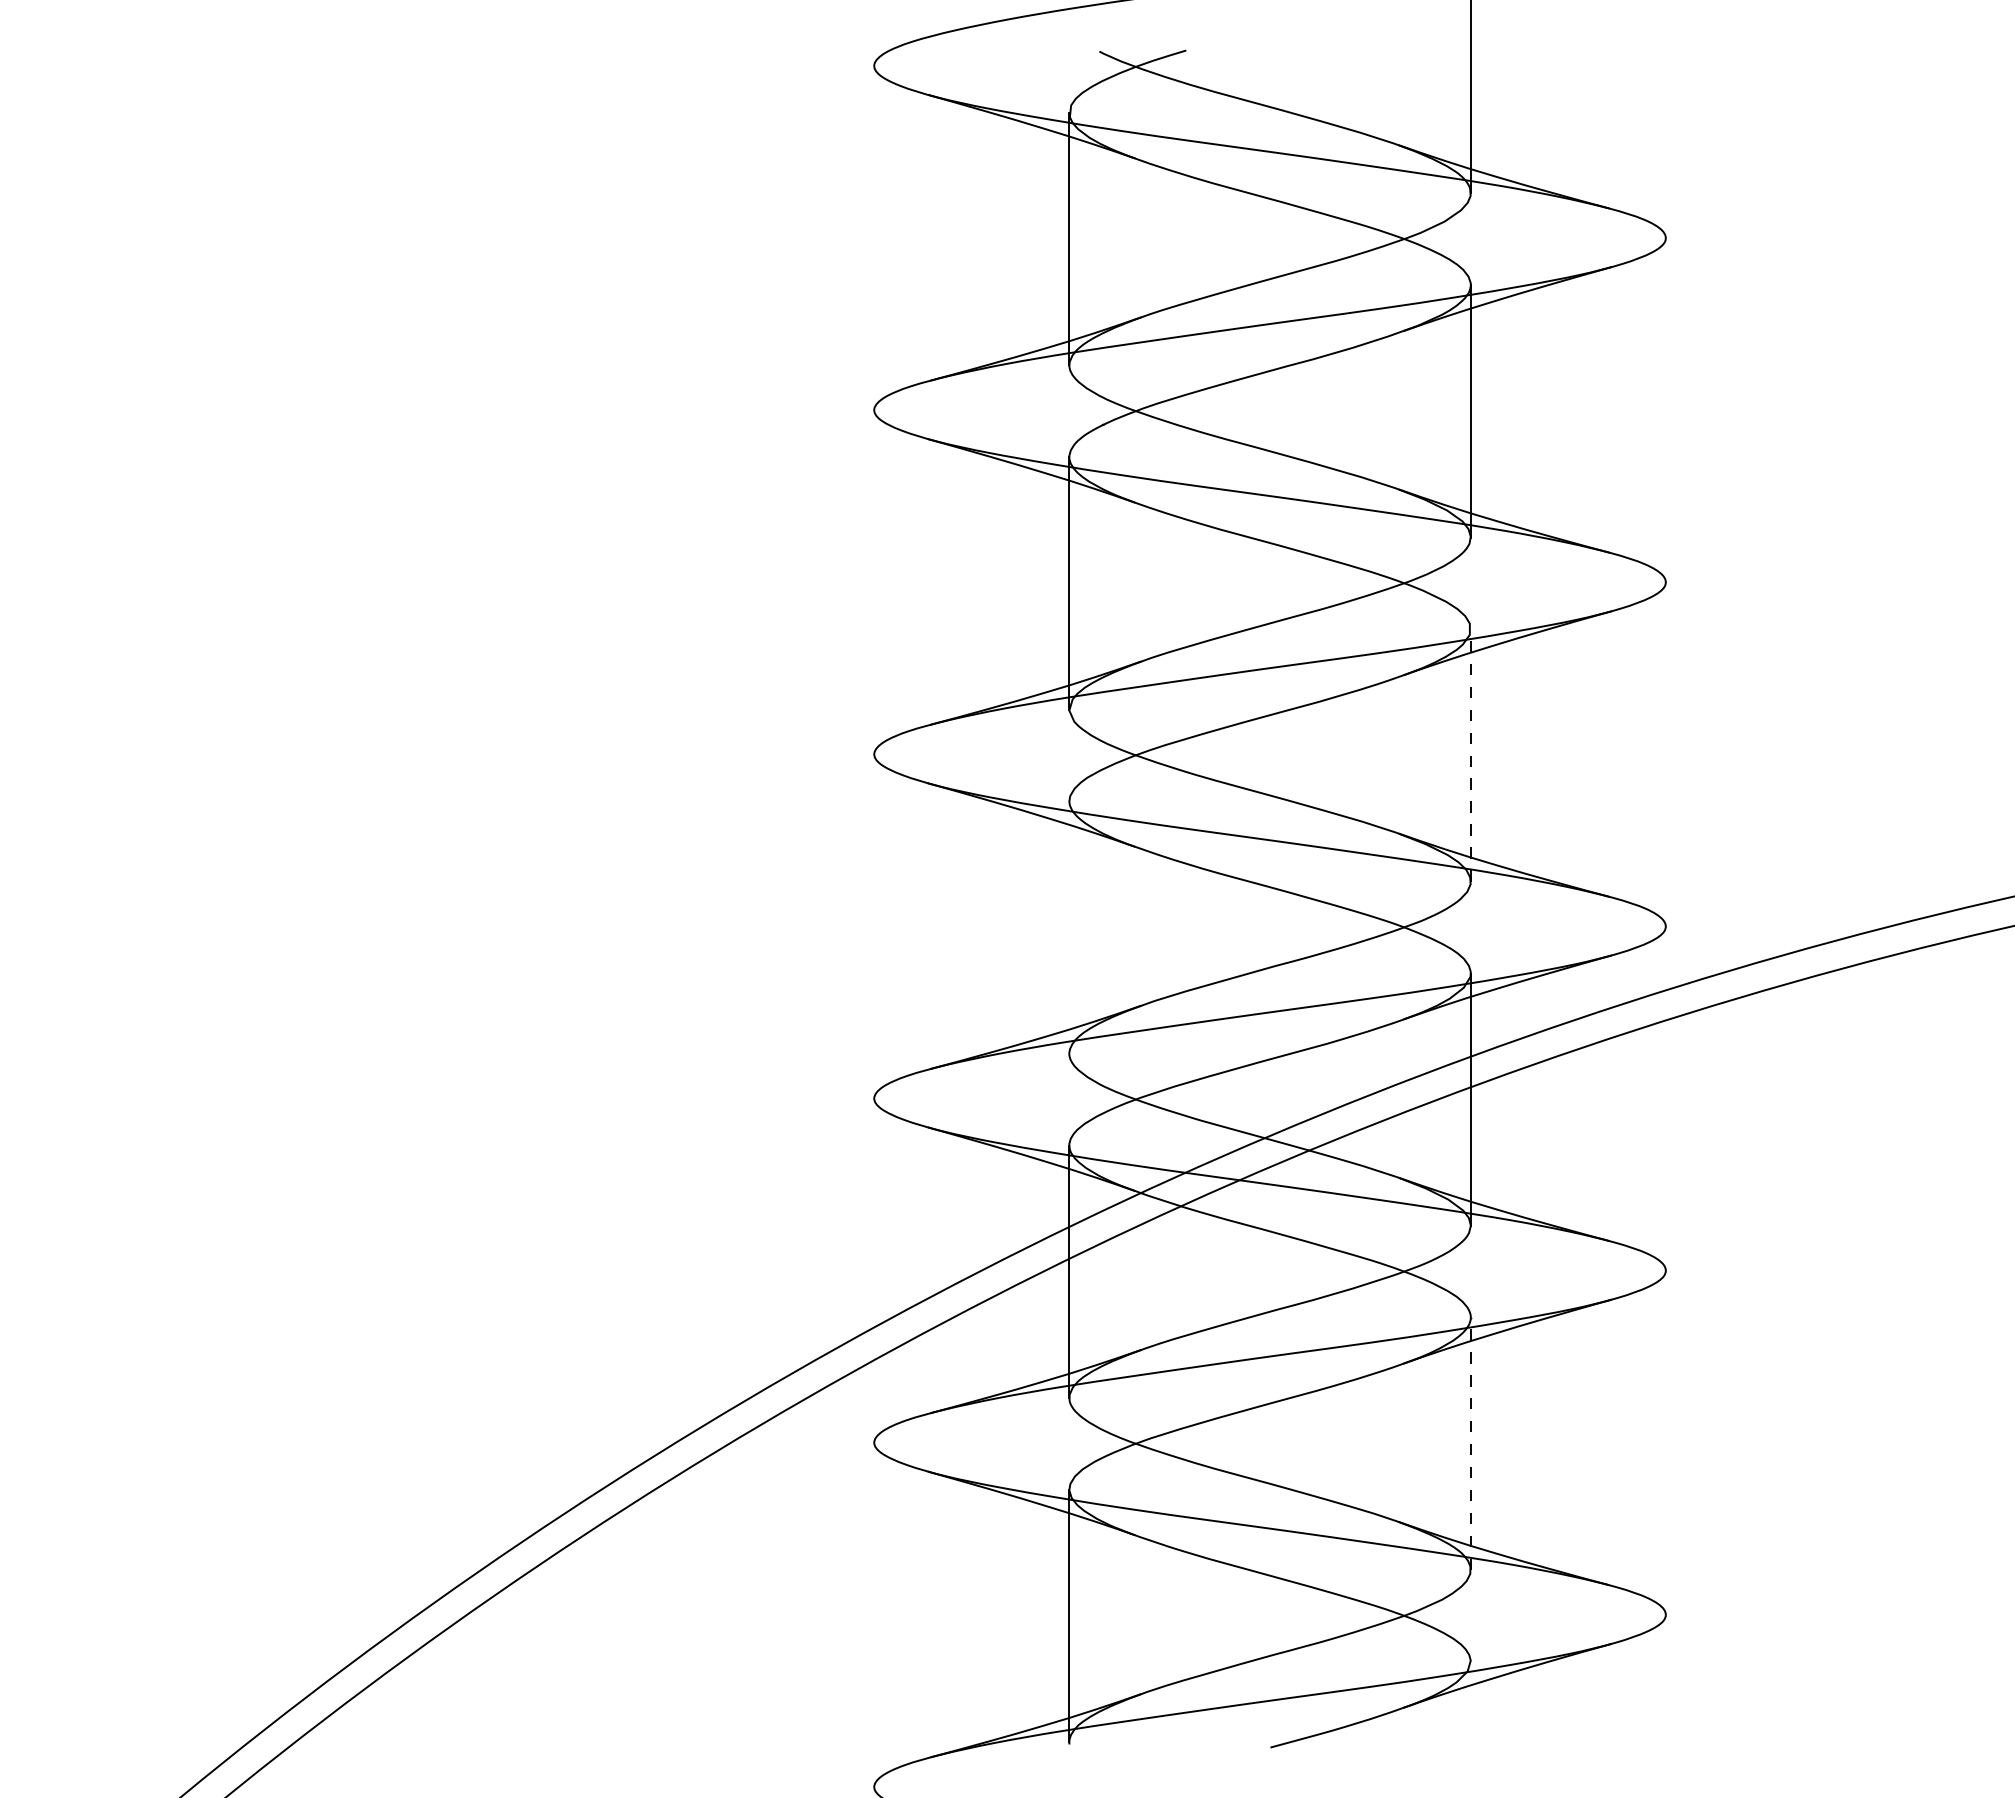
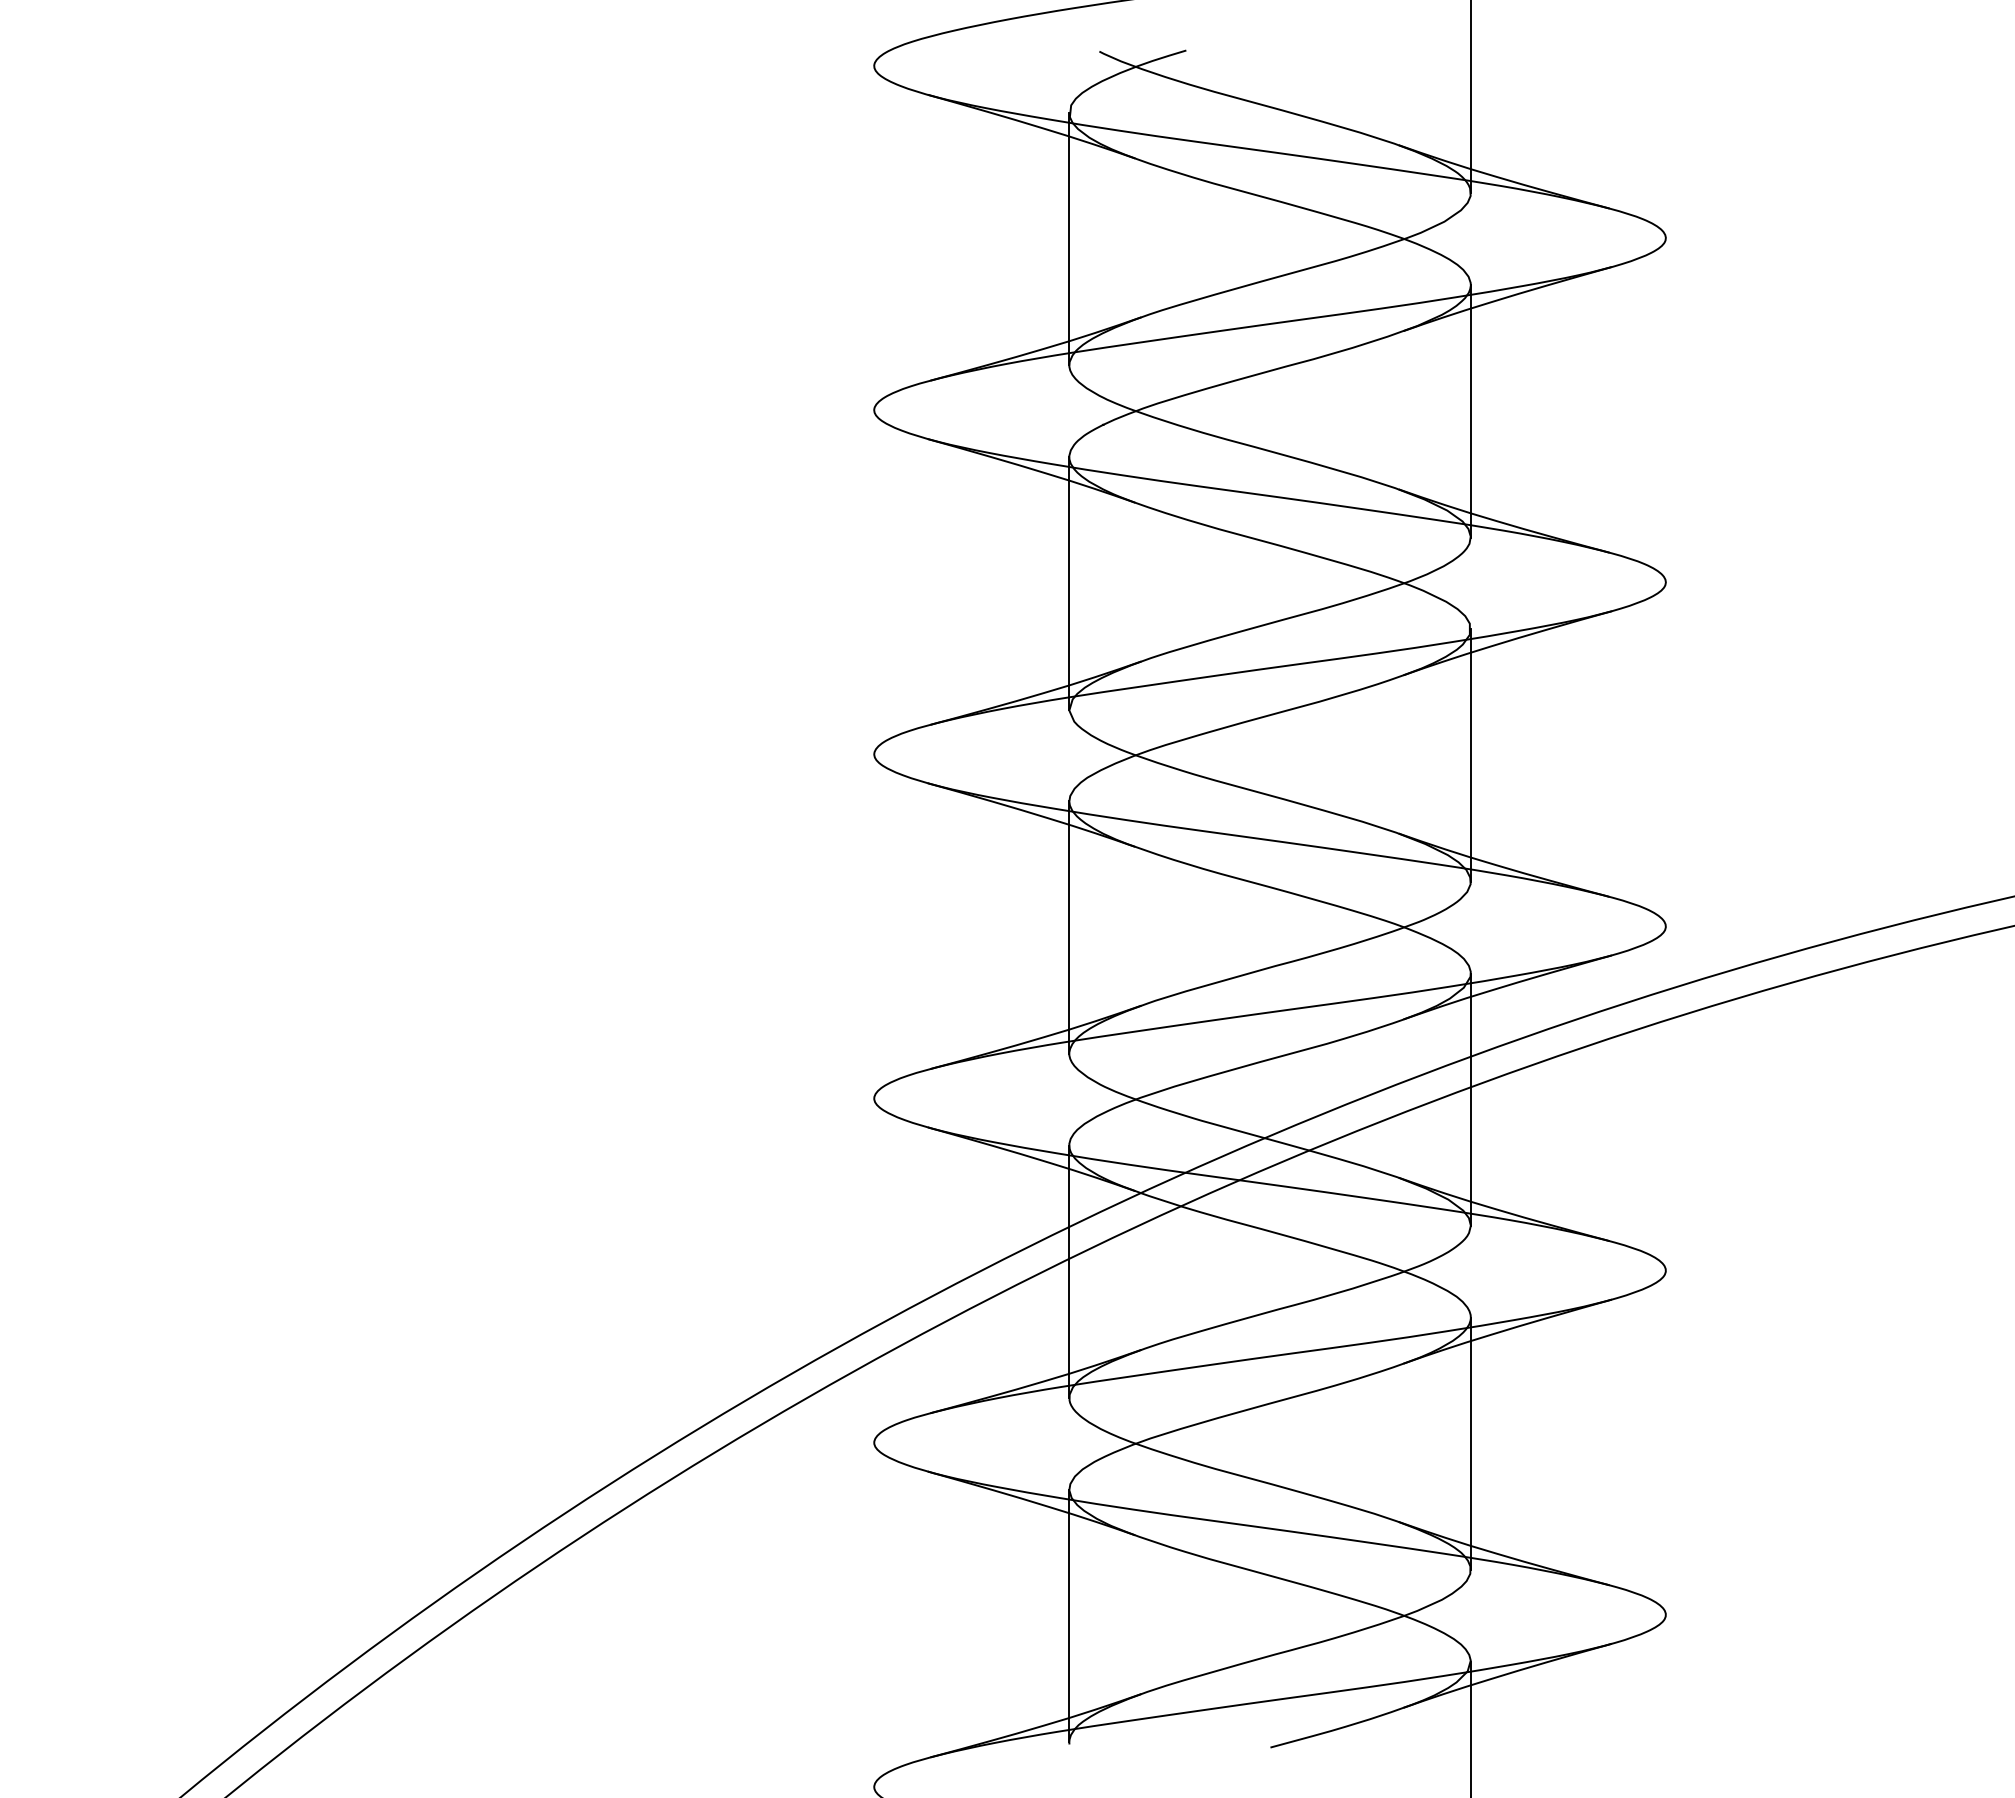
line at (1470, 754): dashed -> solid
line at (1069, 927): none -> present
line at (1470, 1443): dashed -> solid
line at (1470, 1727): none -> present
